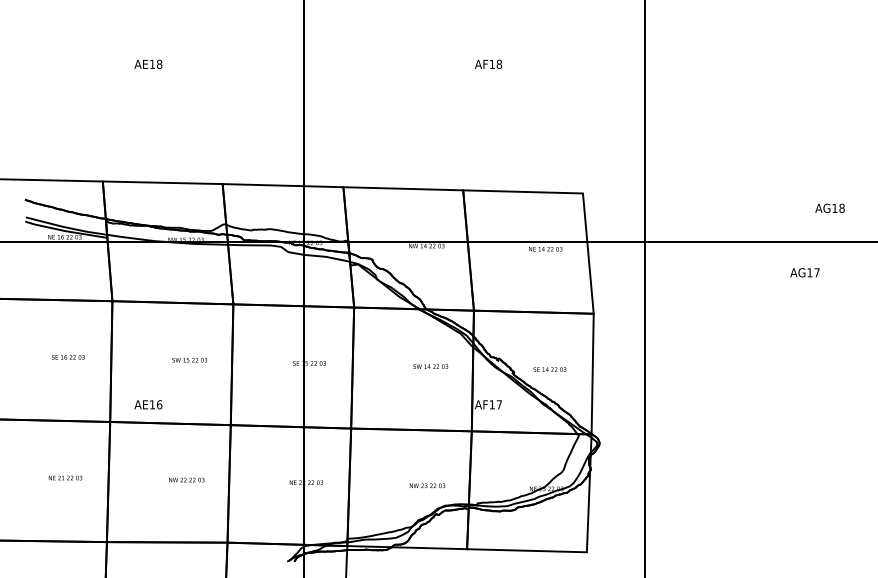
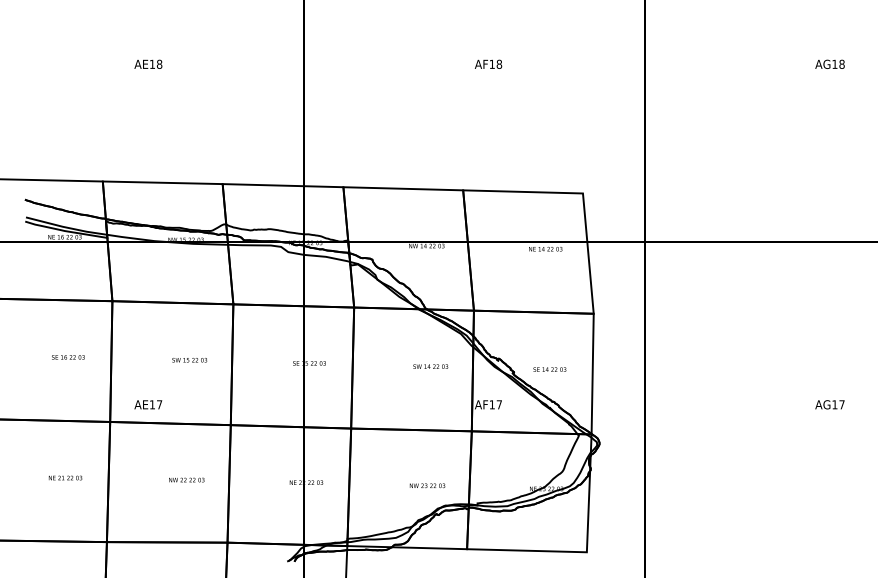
text at (829, 207) position: (829, 207) -> (829, 63)
text at (804, 272) position: (804, 272) -> (829, 404)
text at (159, 404): AE16 -> AE17
